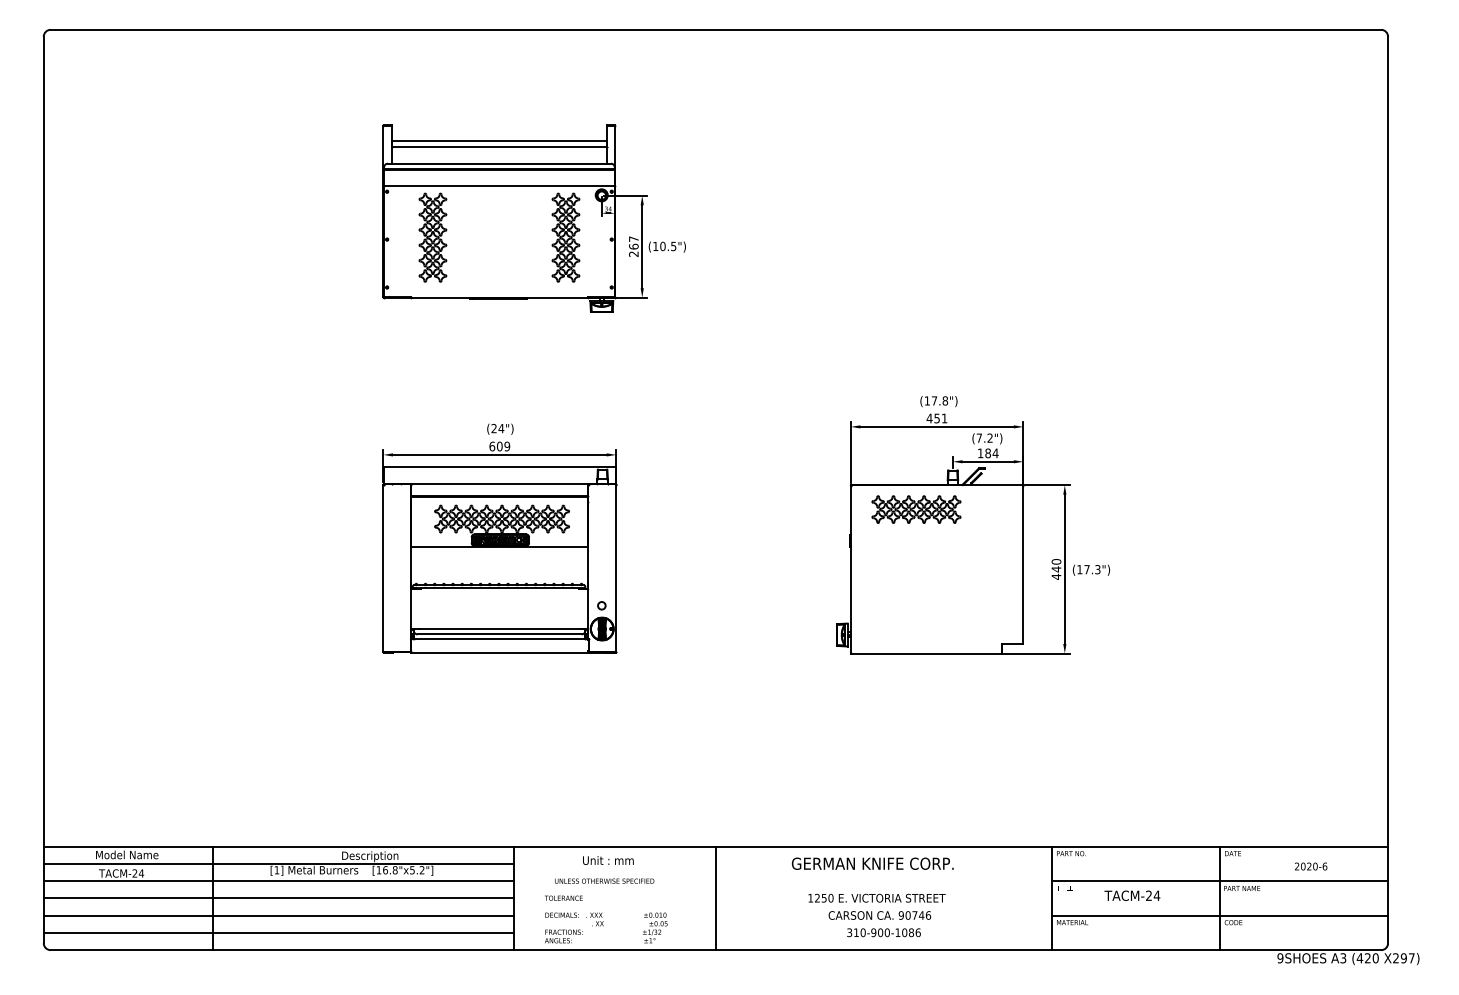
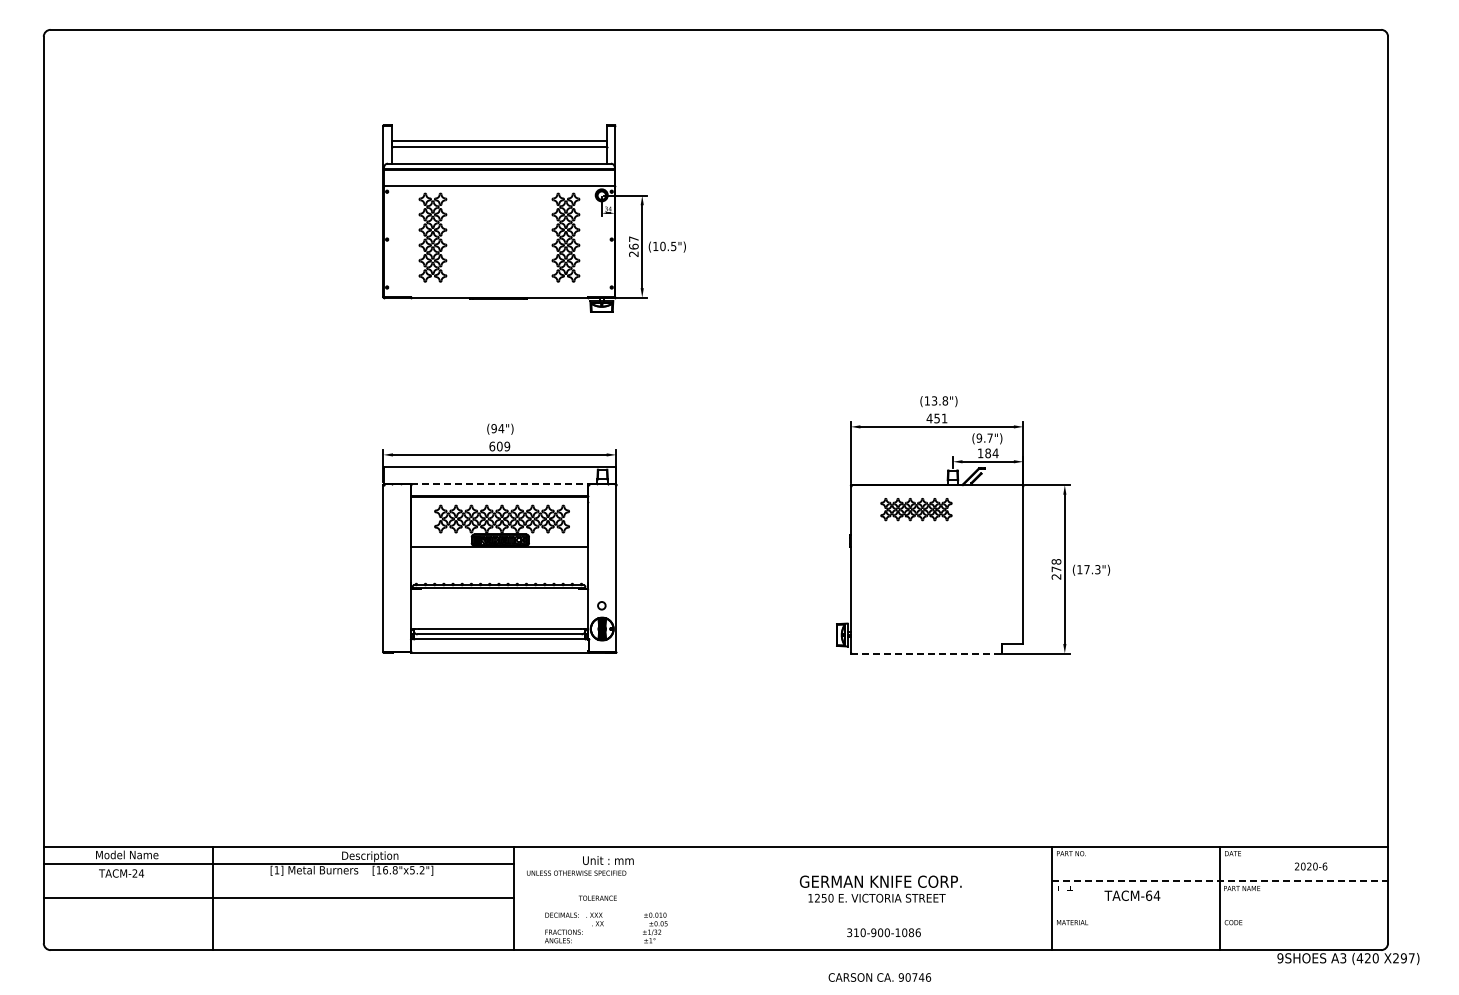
text at (934, 400): (17.8") -> (13.8")
text at (493, 428): (24") -> (94")
text at (984, 437): (7.2") -> (9.7")
line at (513, 483): solid -> dashed
part at (916, 509) size: 91x29 px -> 73x24 px
text at (1056, 569): 440 -> 278
line at (926, 653): solid -> dashed
text at (872, 863) position: (872, 863) -> (880, 881)
text at (604, 880) position: (604, 880) -> (576, 872)
line at (278, 881): present -> none
line at (1220, 881): solid -> dashed
text at (1149, 895): TACM-24 -> TACM-64
text at (563, 897) position: (563, 897) -> (597, 897)
line at (715, 898): present -> none
line at (278, 915): present -> none
text at (879, 915) position: (879, 915) -> (879, 977)
line at (1219, 915): present -> none
line at (278, 932): present -> none
